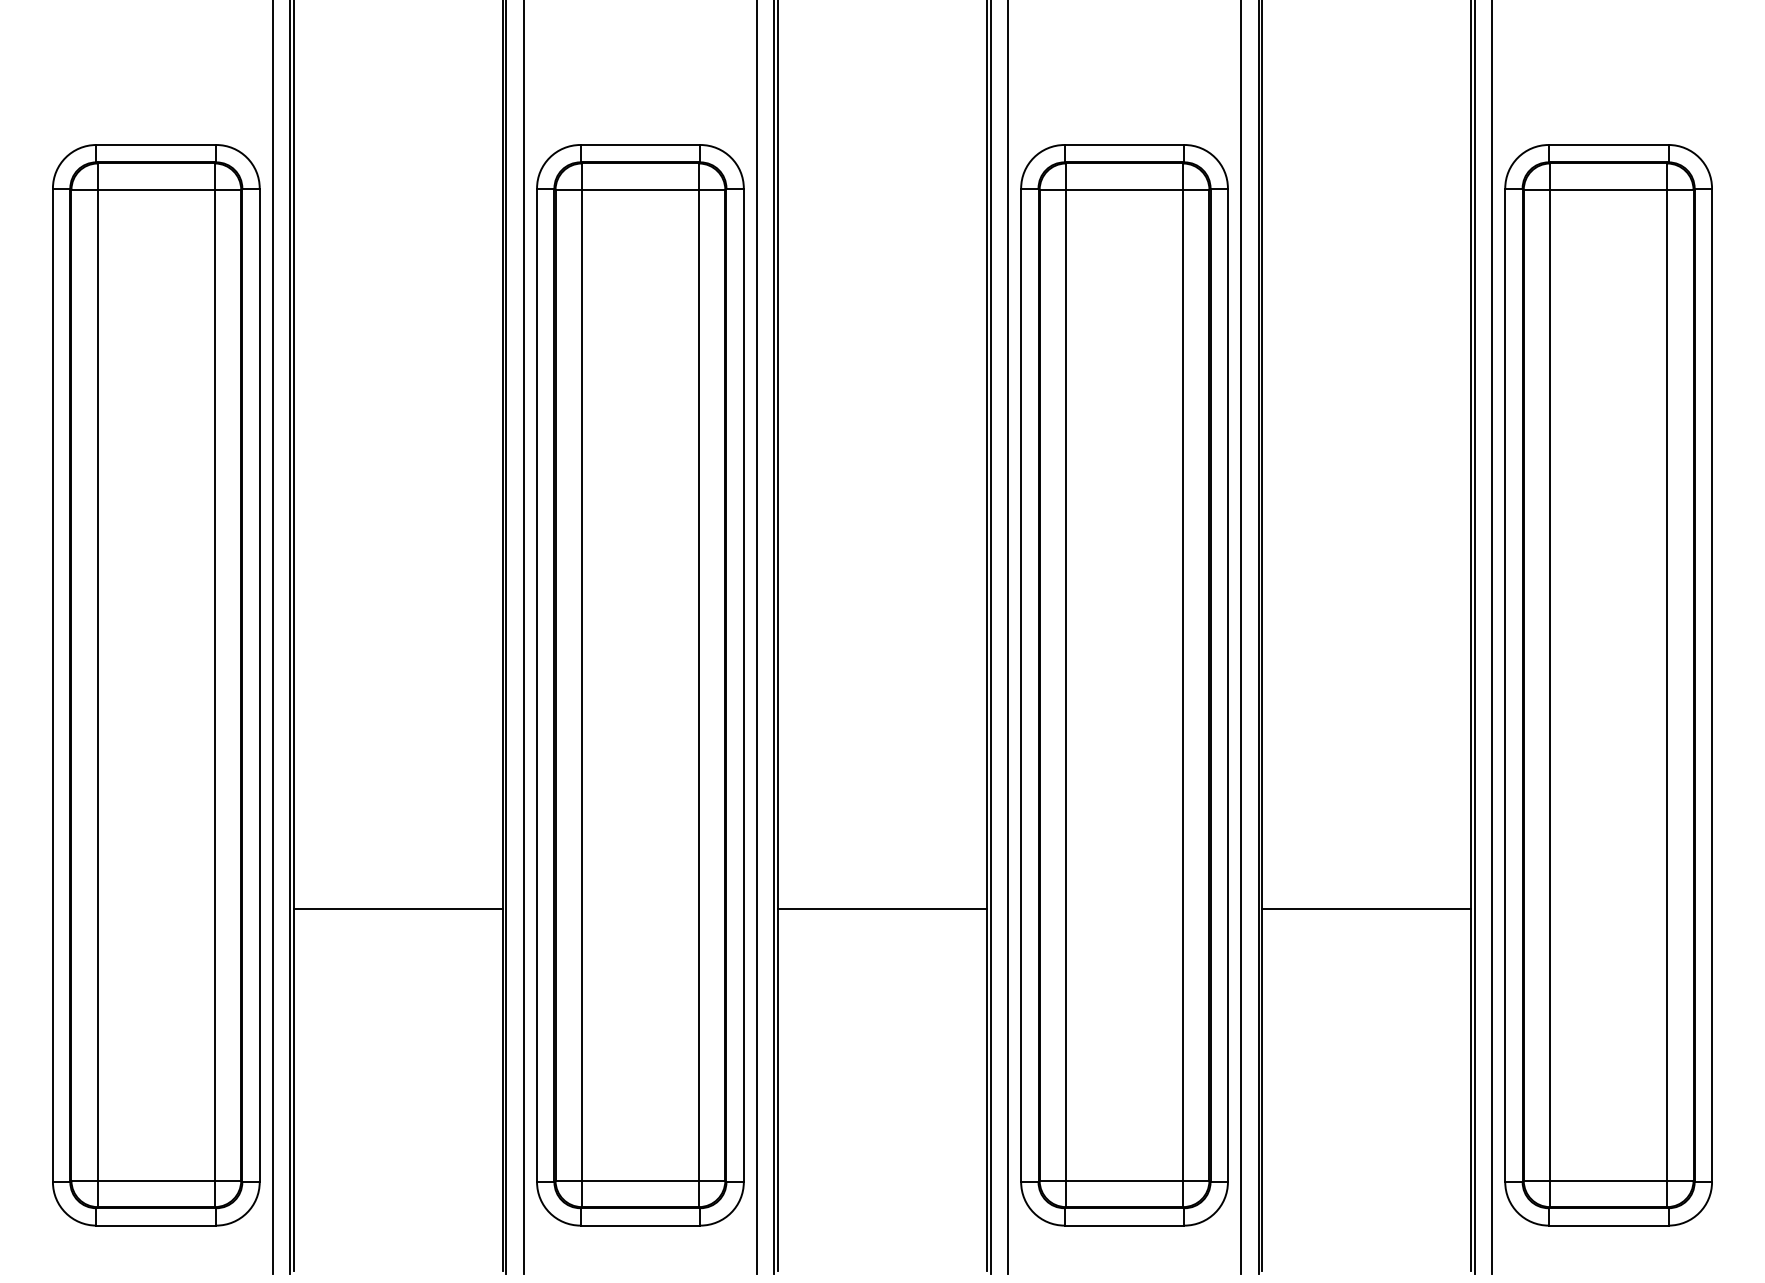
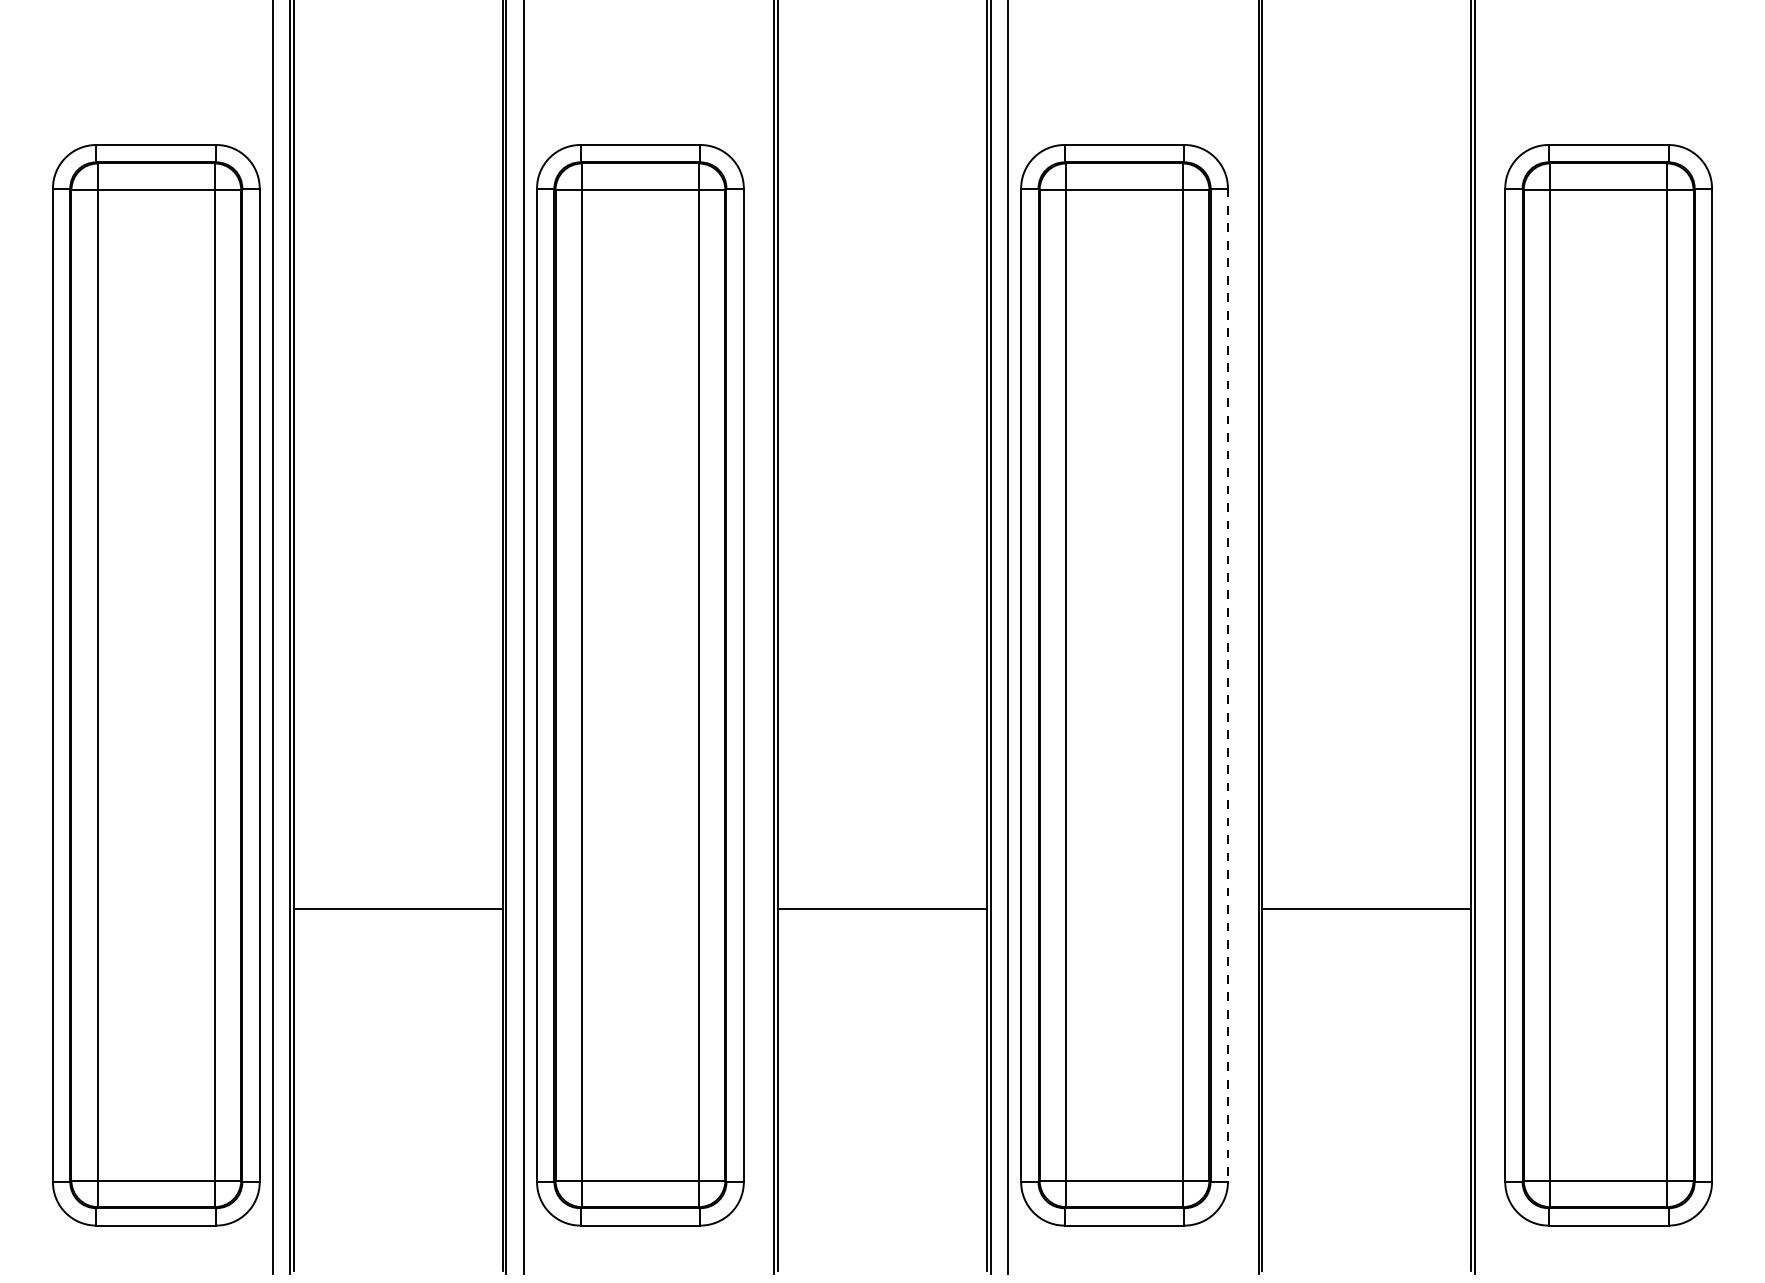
line at (757, 638): present -> none
line at (1241, 638): present -> none
line at (1492, 638): present -> none
line at (1227, 685): solid -> dashed
